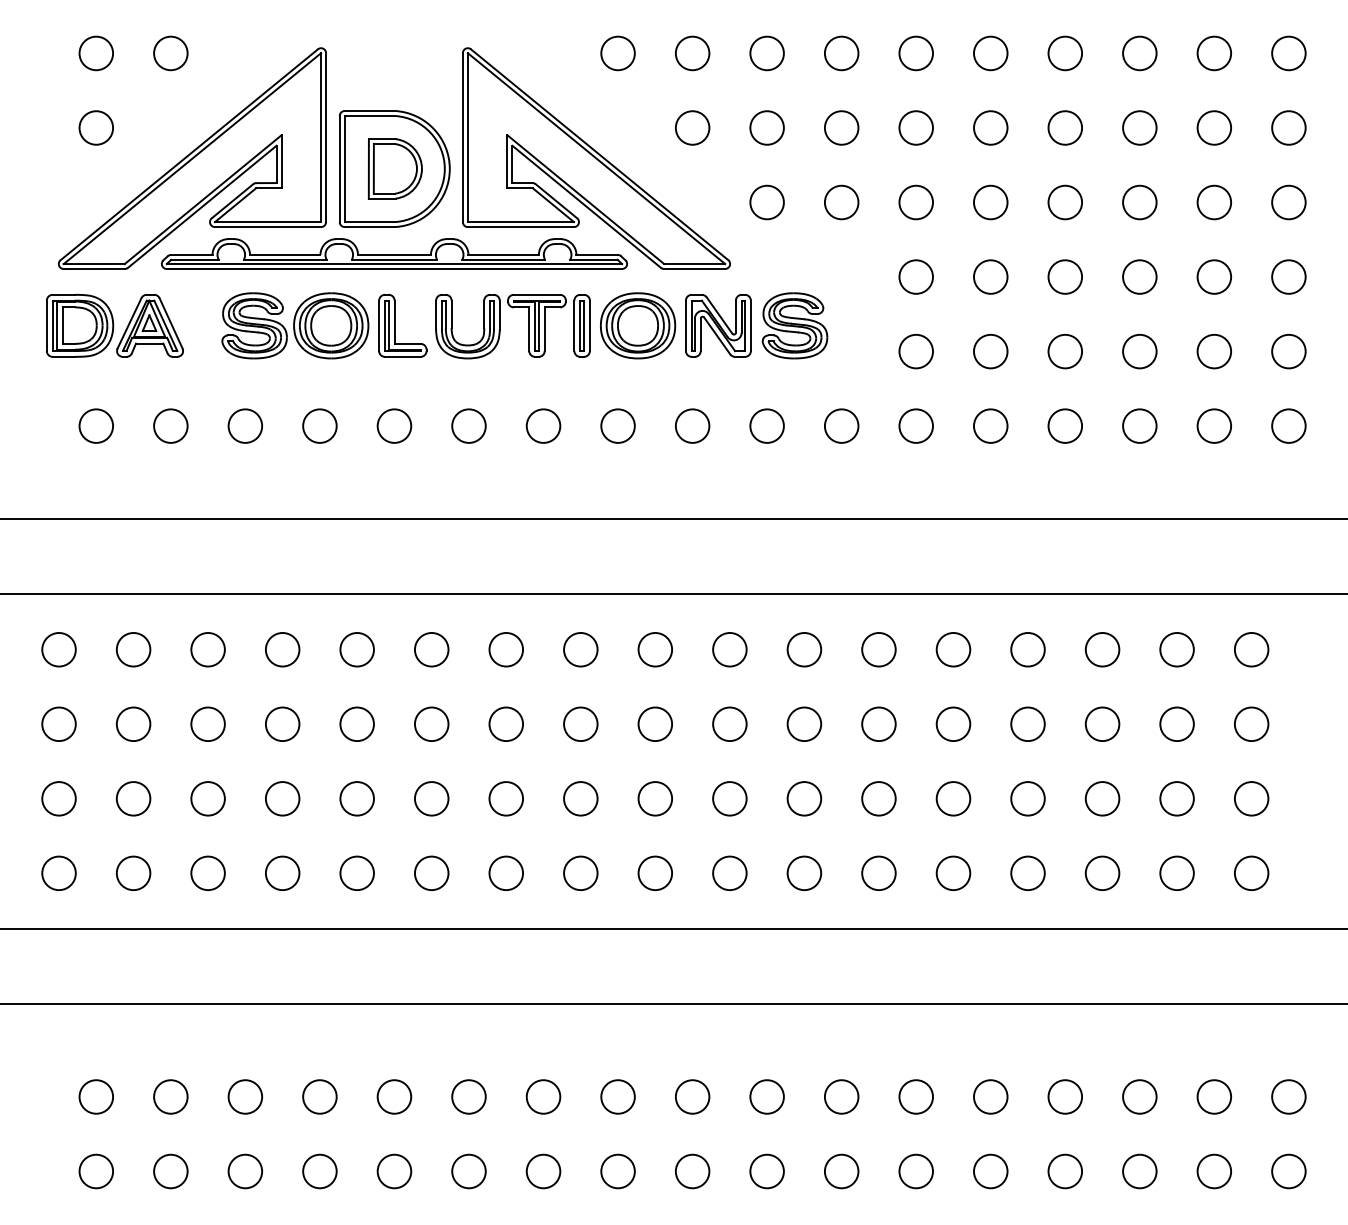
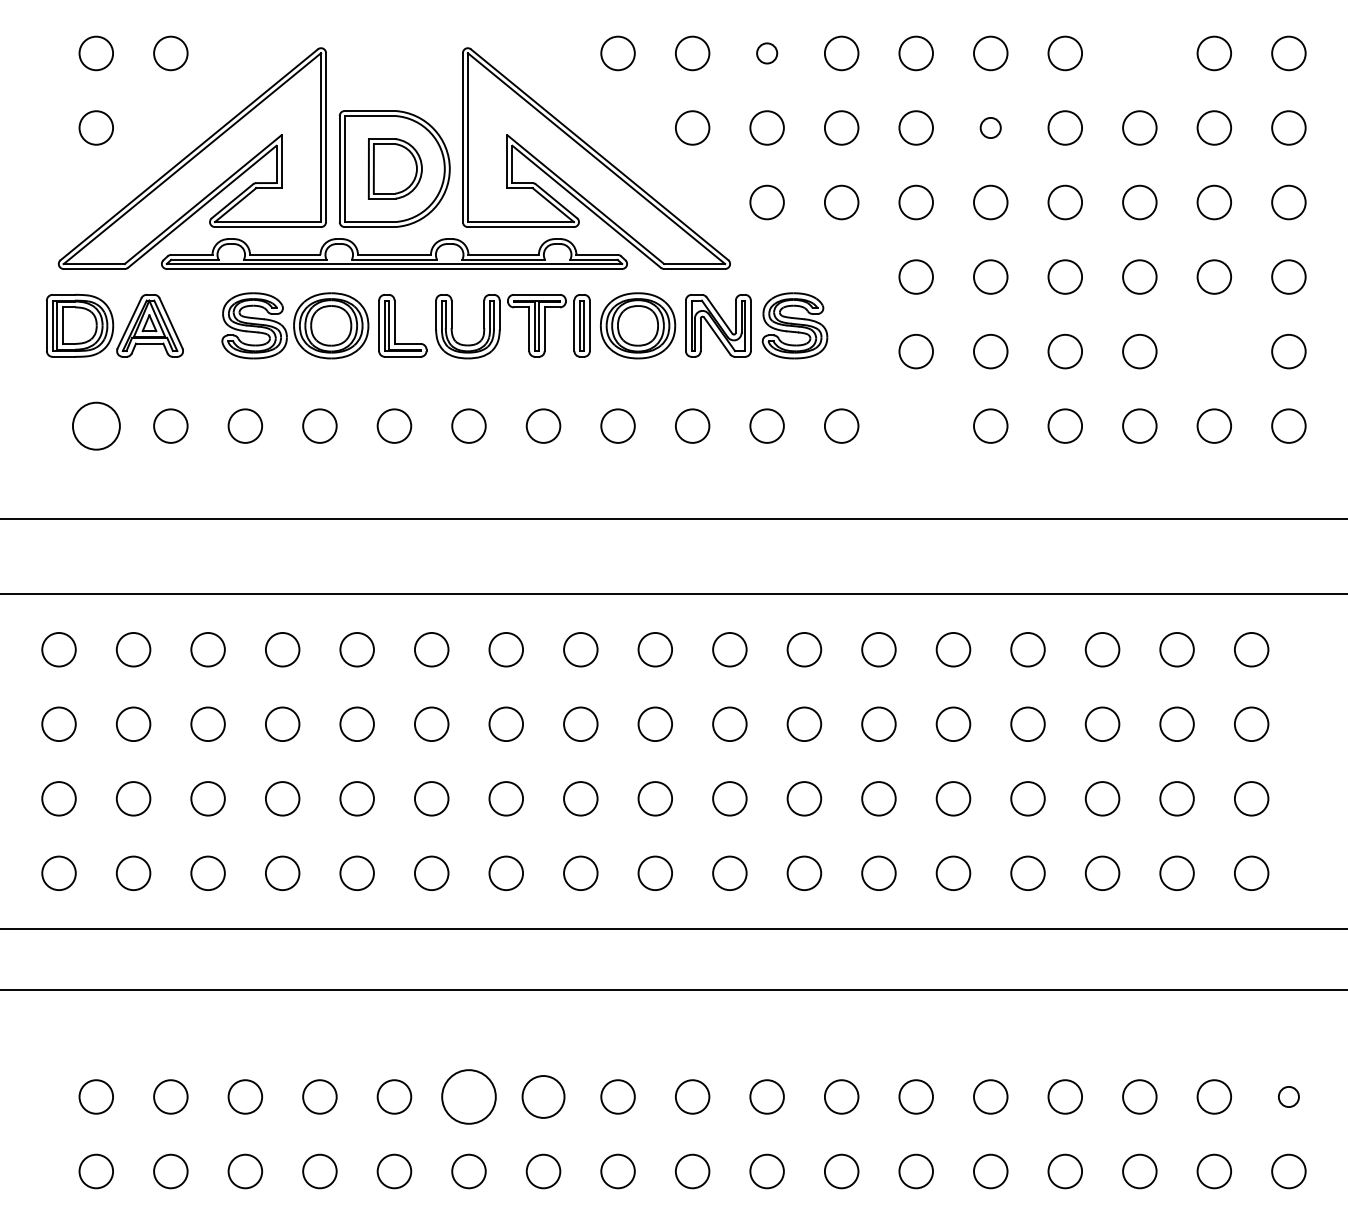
circle at (766, 53) diameter: 34 px -> 20 px
circle at (1139, 53): present -> none
circle at (990, 127) diameter: 34 px -> 20 px
circle at (1213, 351): present -> none
circle at (95, 425) size: 36x36 px -> 49x50 px
circle at (915, 425): present -> none
line at (673, 1003) position: (673, 1003) -> (673, 989)
circle at (468, 1096) diameter: 34 px -> 54 px
circle at (543, 1096) size: 37x36 px -> 45x44 px
circle at (1288, 1096) diameter: 34 px -> 20 px
